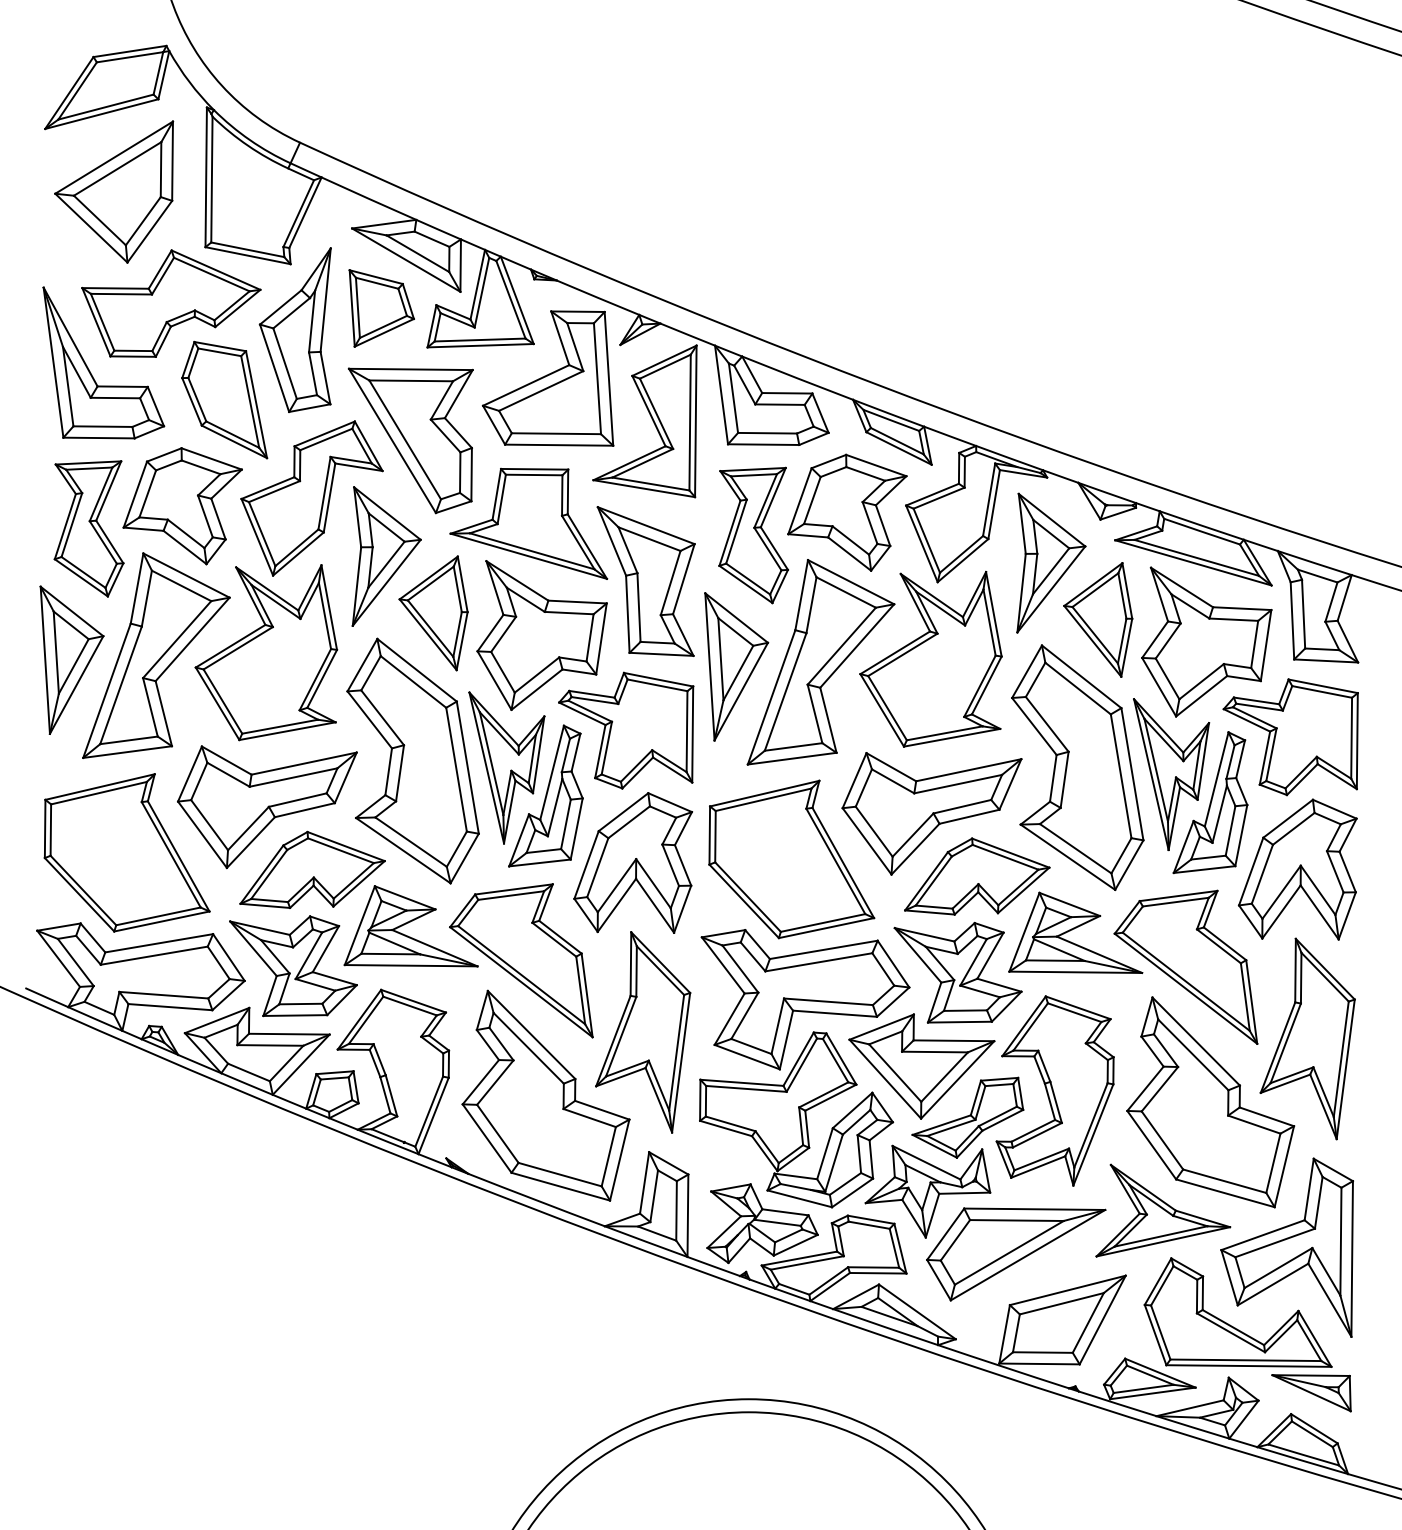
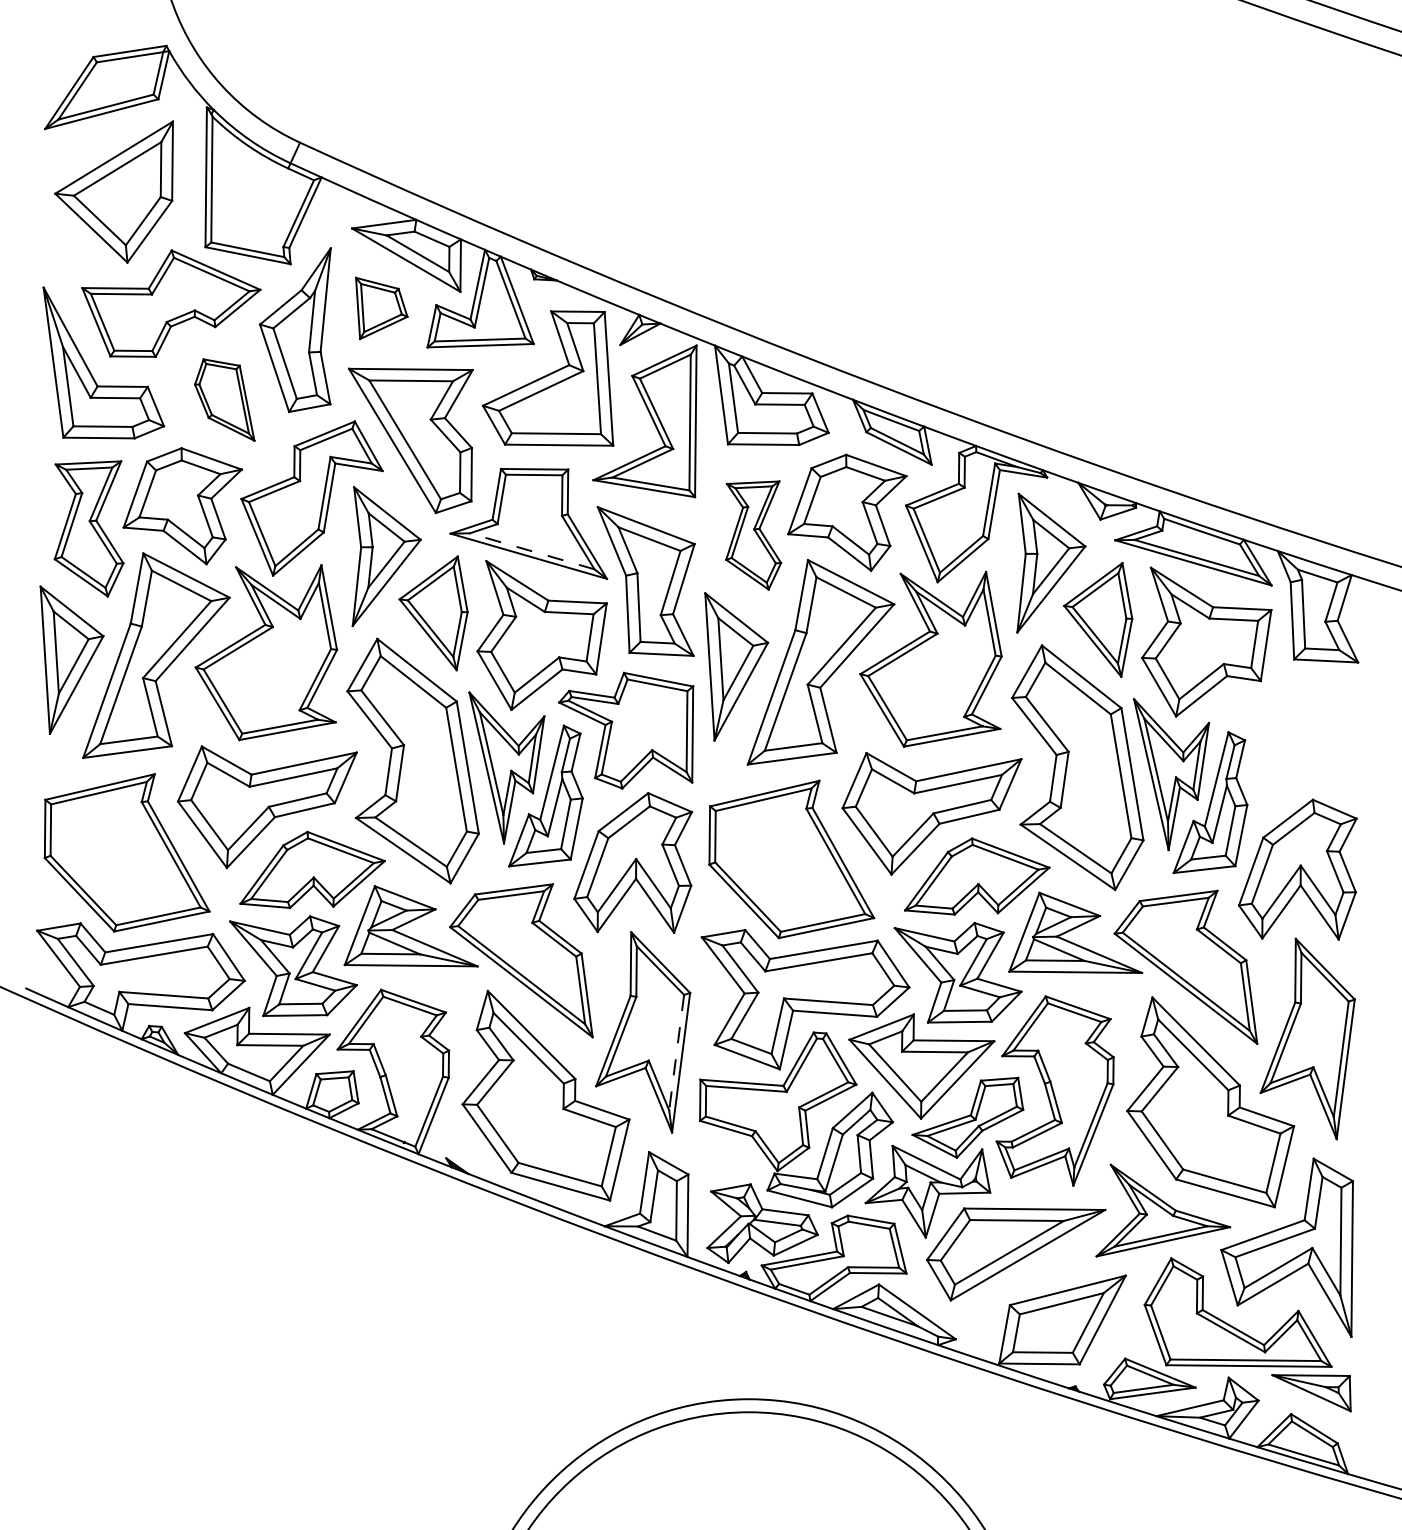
part at (381, 308) size: 67x79 px -> 54x65 px
part at (224, 399) size: 88x120 px -> 62x84 px
part at (753, 535) size: 71x139 px -> 58x111 px
line at (532, 551): solid -> dashed
part at (1290, 737): present -> none
line at (676, 1053): solid -> dashed
